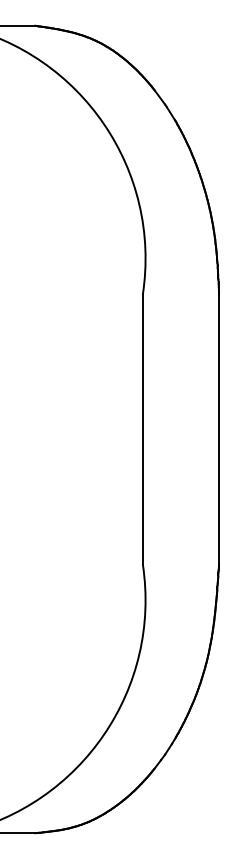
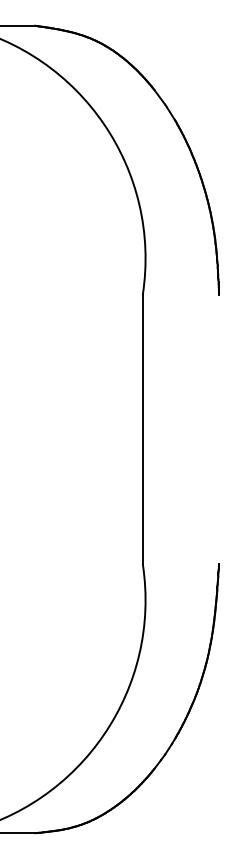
line at (219, 429): present -> none
